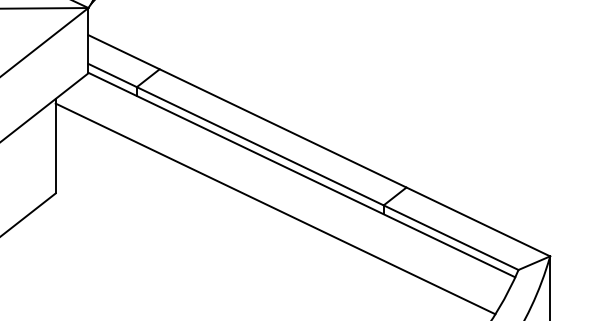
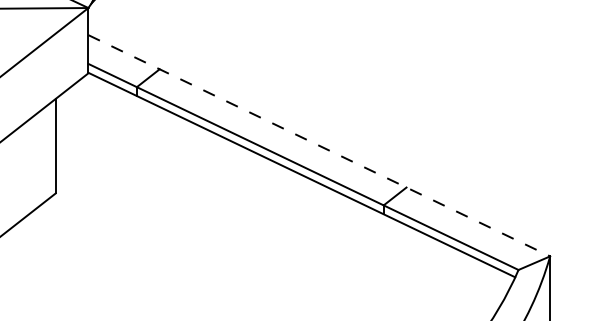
line at (319, 145): solid -> dashed
line at (275, 208): present -> none
